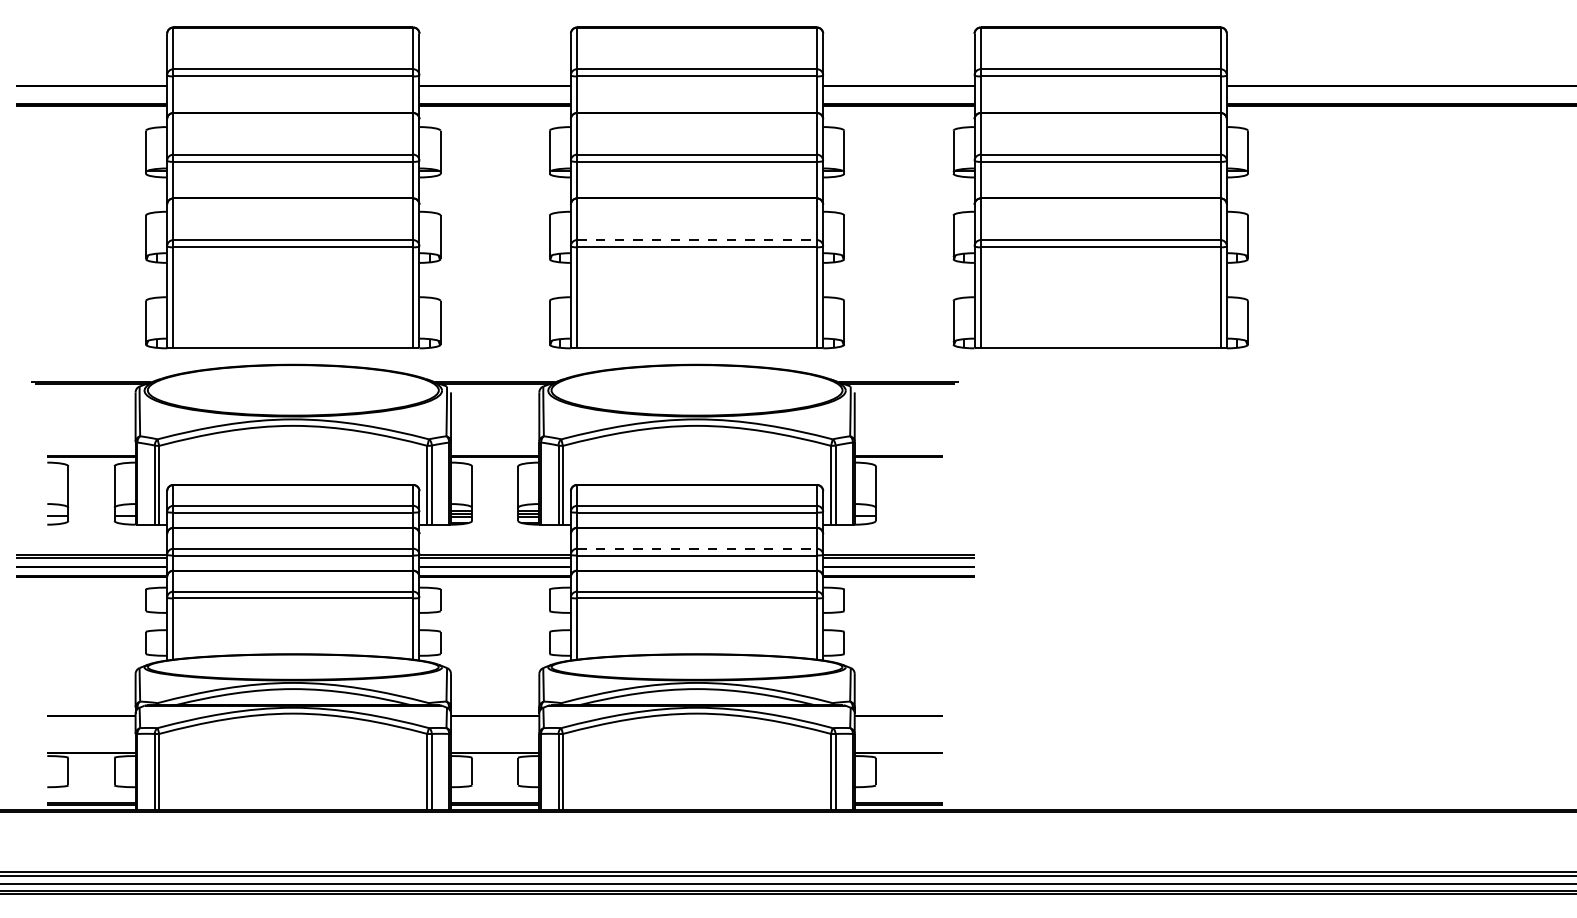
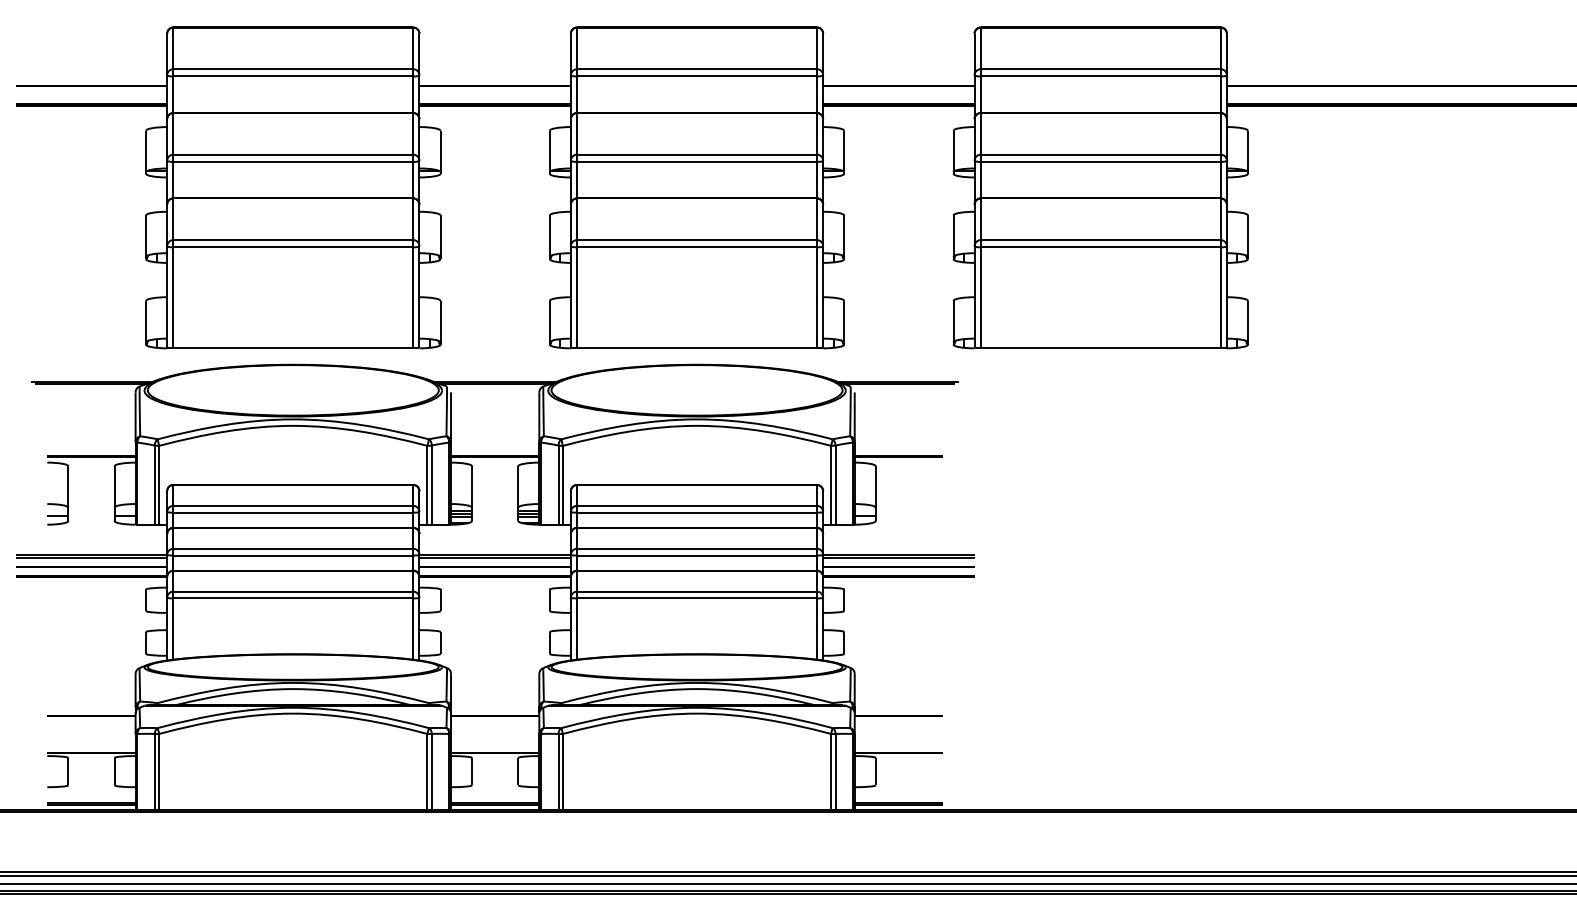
line at (697, 240): dashed -> solid
line at (697, 548): dashed -> solid
